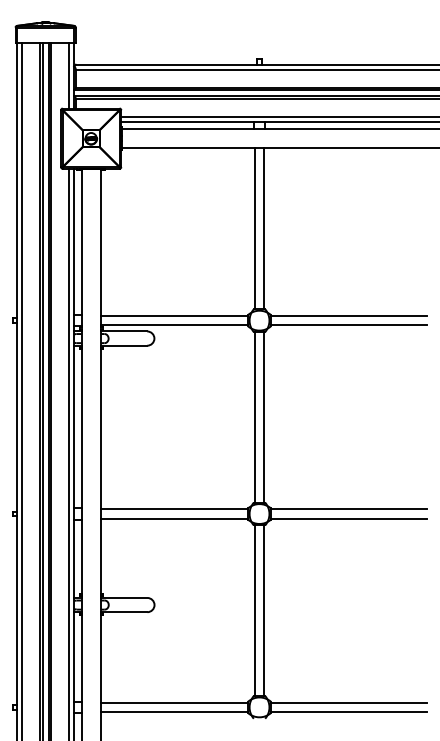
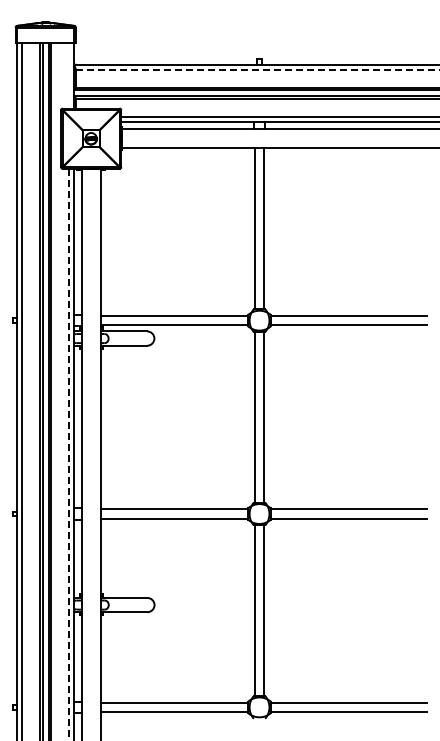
line at (257, 69): solid -> dashed
line at (69, 75): present -> none
line at (69, 455): solid -> dashed
